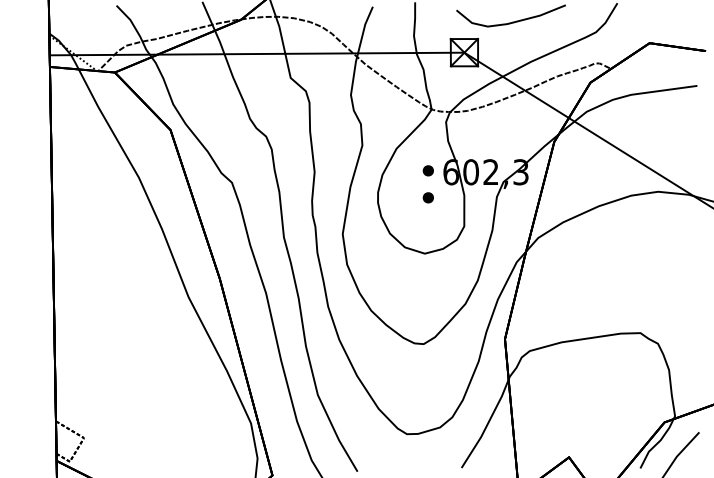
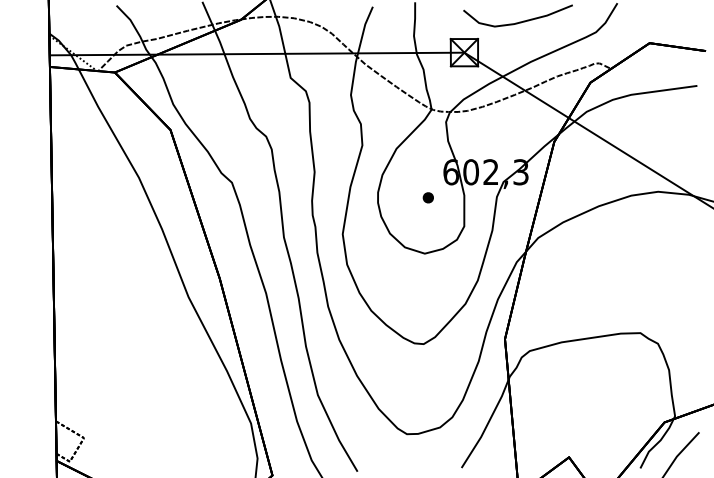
curve at (512, 21) position: (512, 21) -> (519, 21)
part at (427, 170): present -> none
